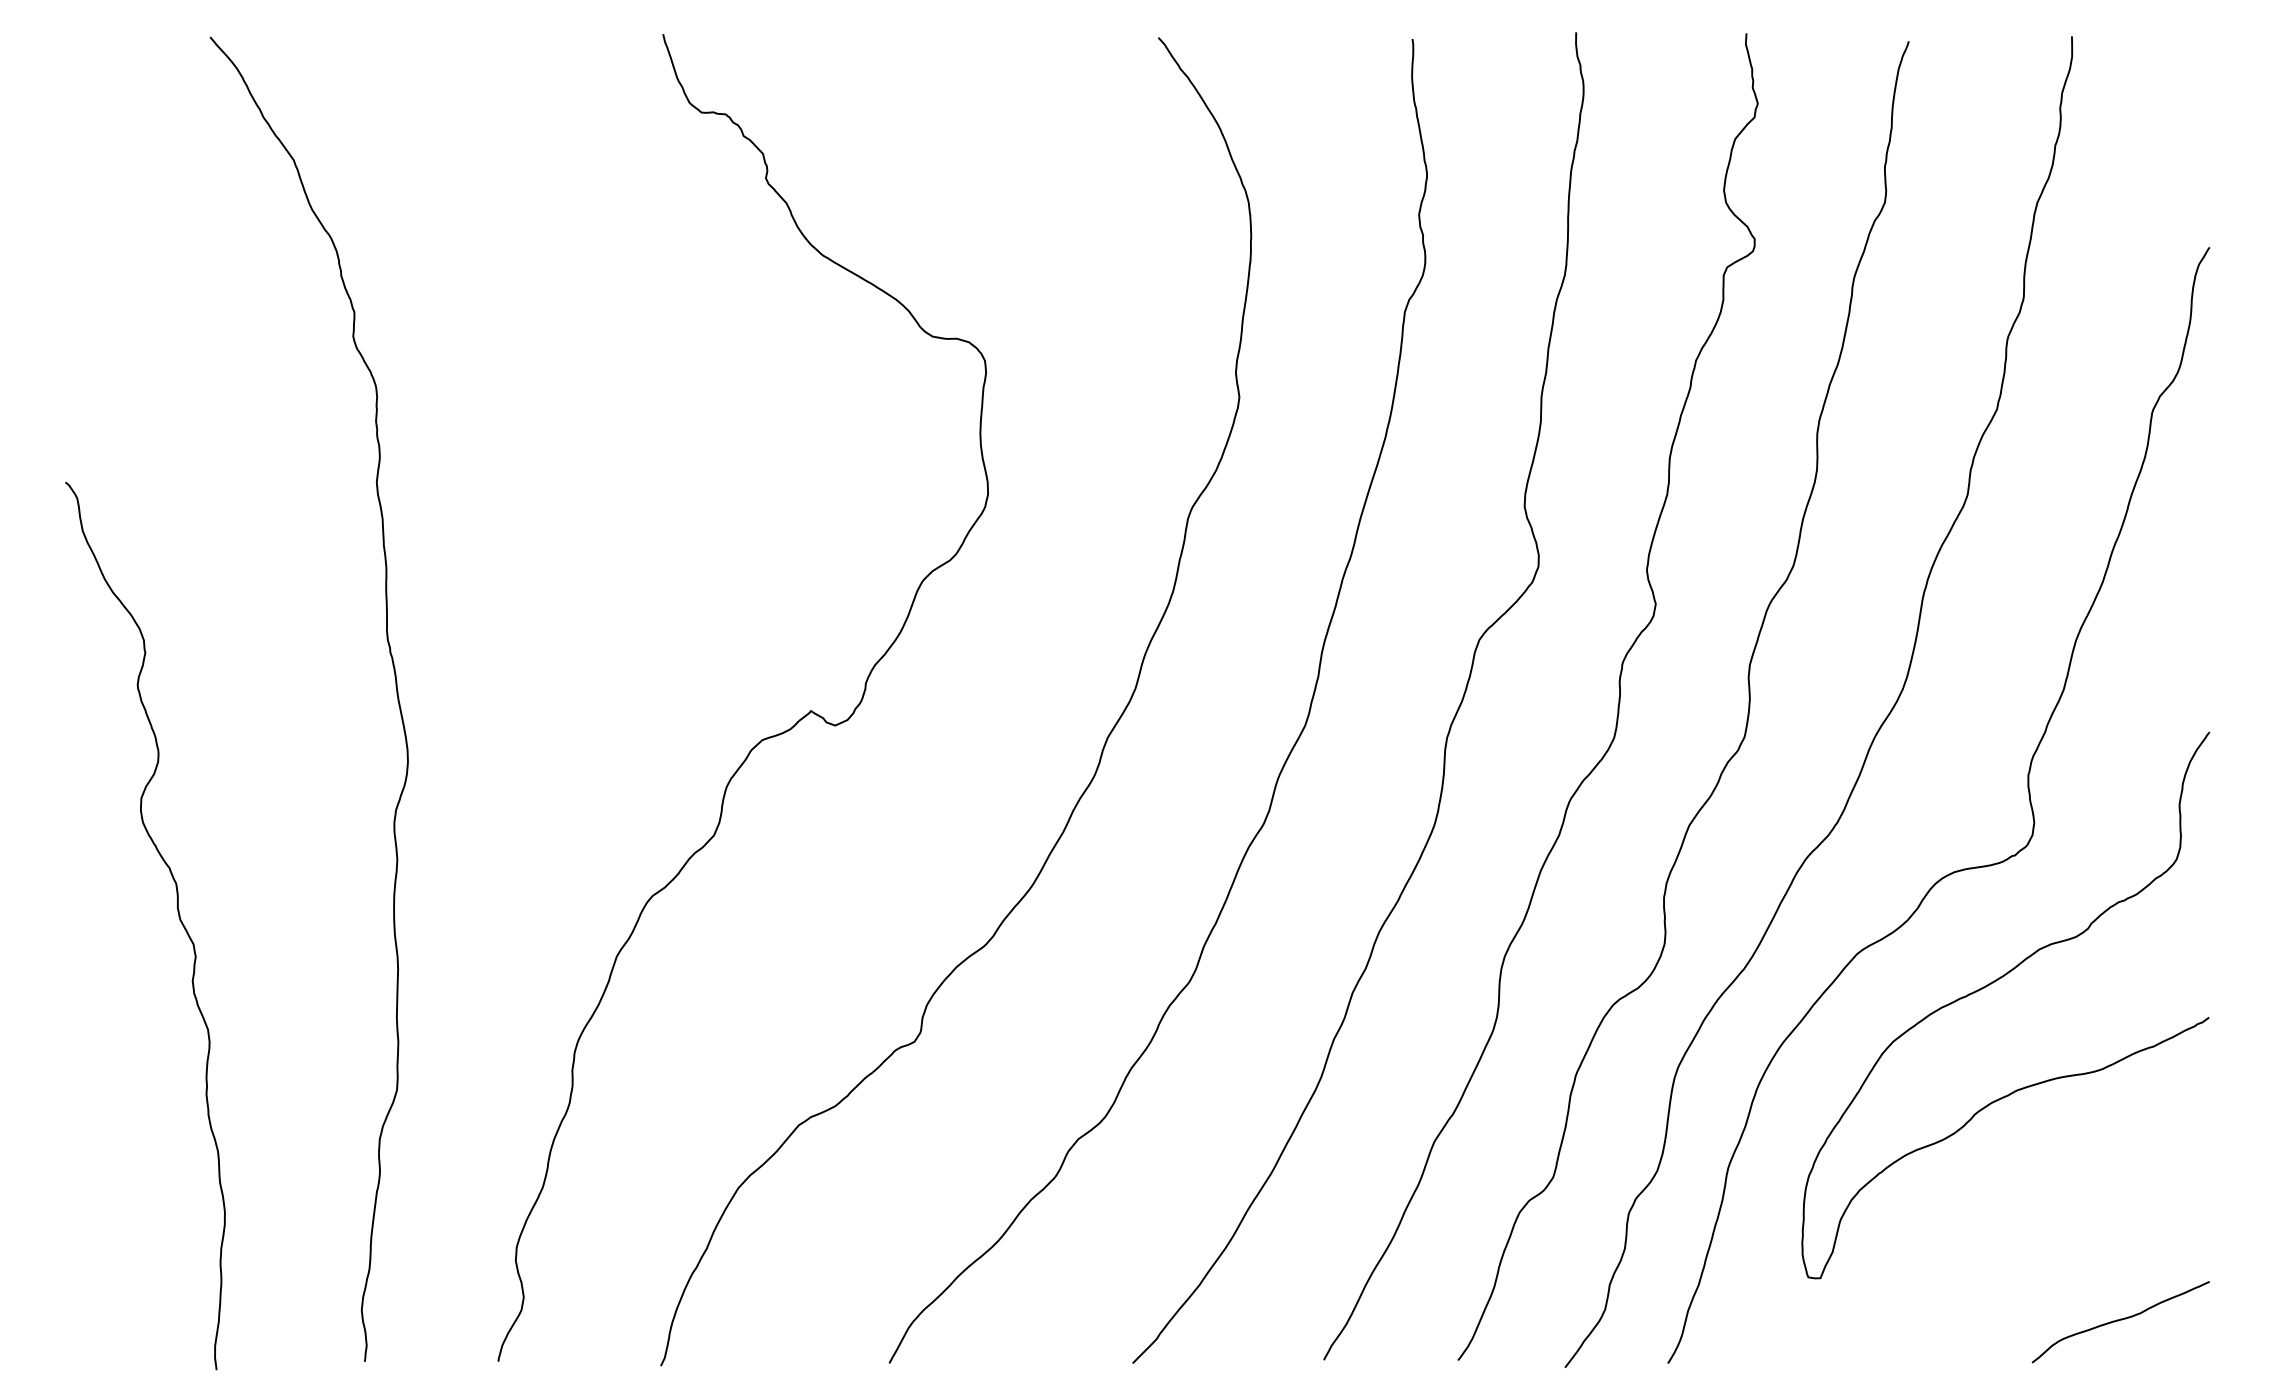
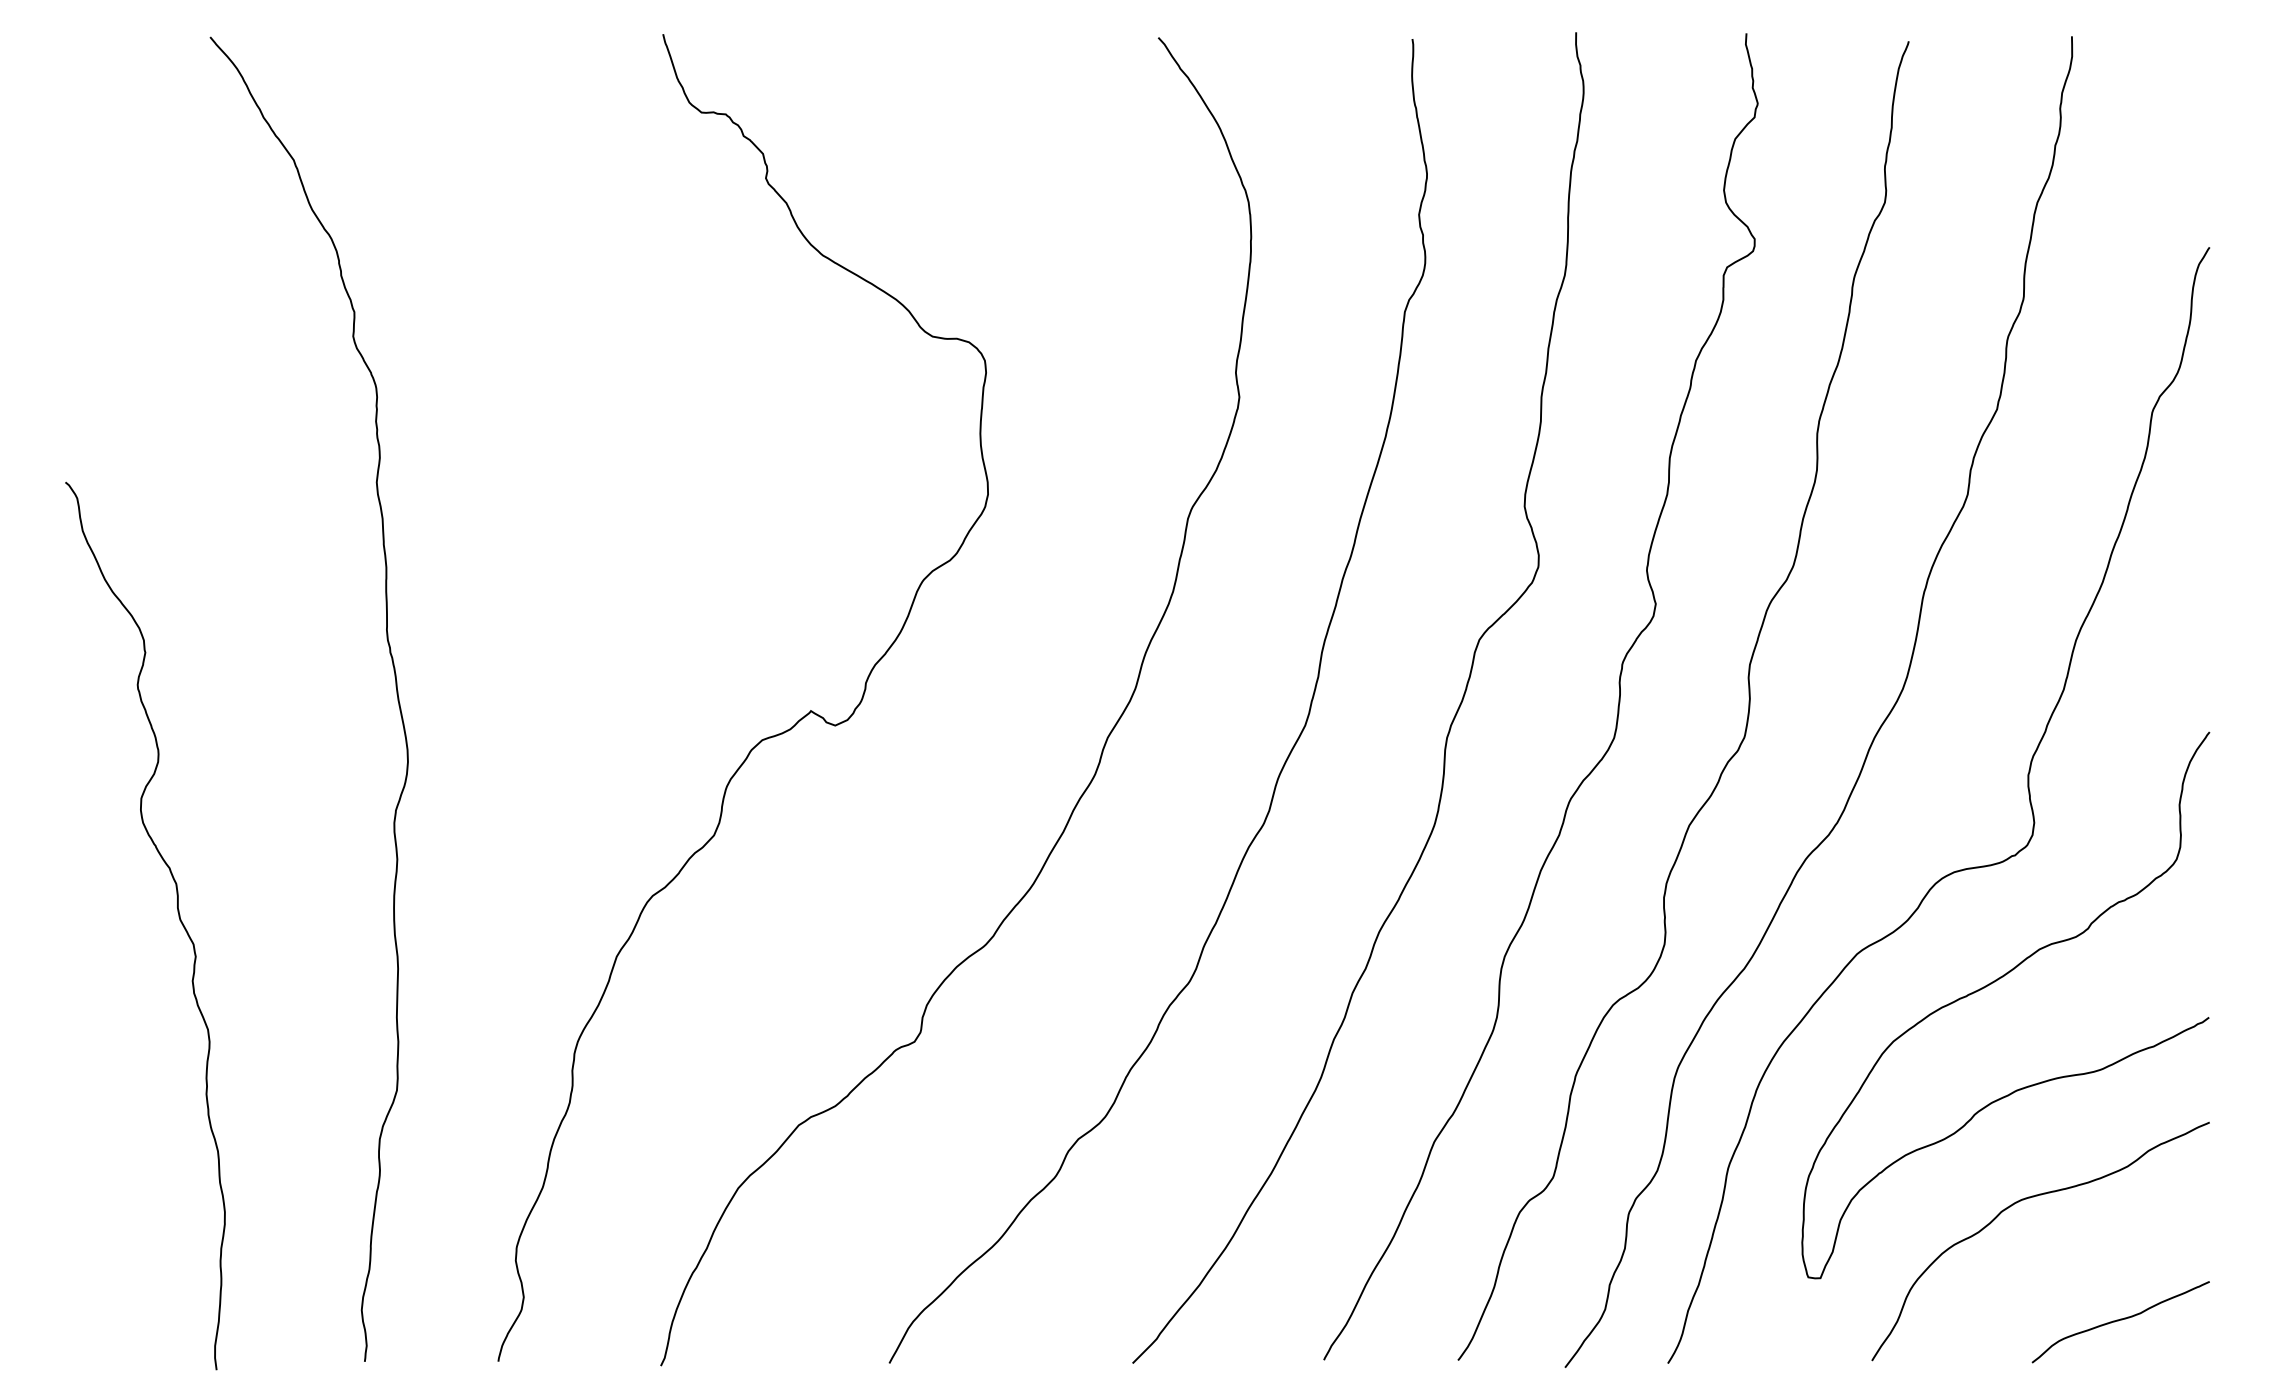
curve at (2030, 1198): none -> present
